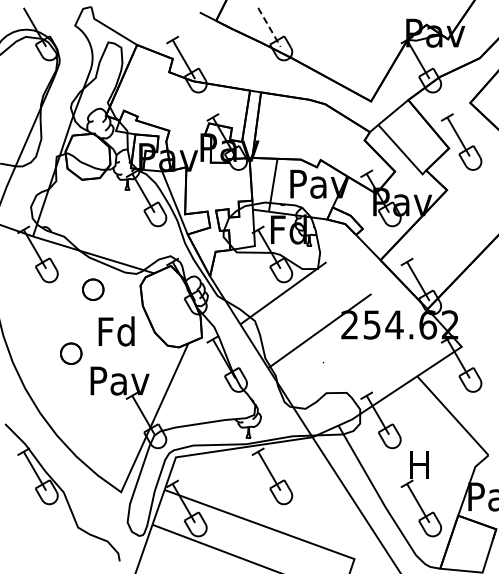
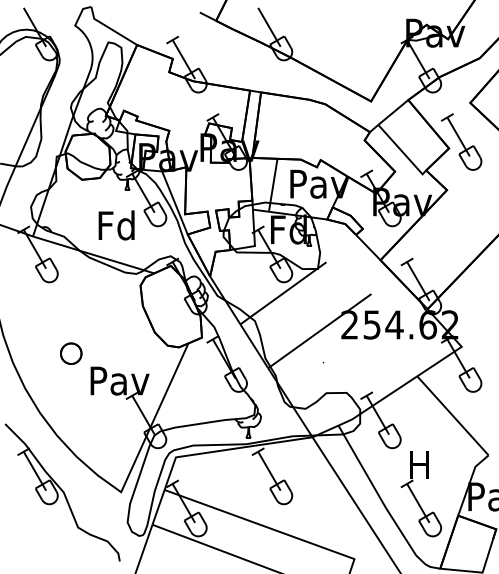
line at (269, 27): dashed -> solid
part at (93, 289): present -> none
text at (116, 331) position: (116, 331) -> (116, 225)
